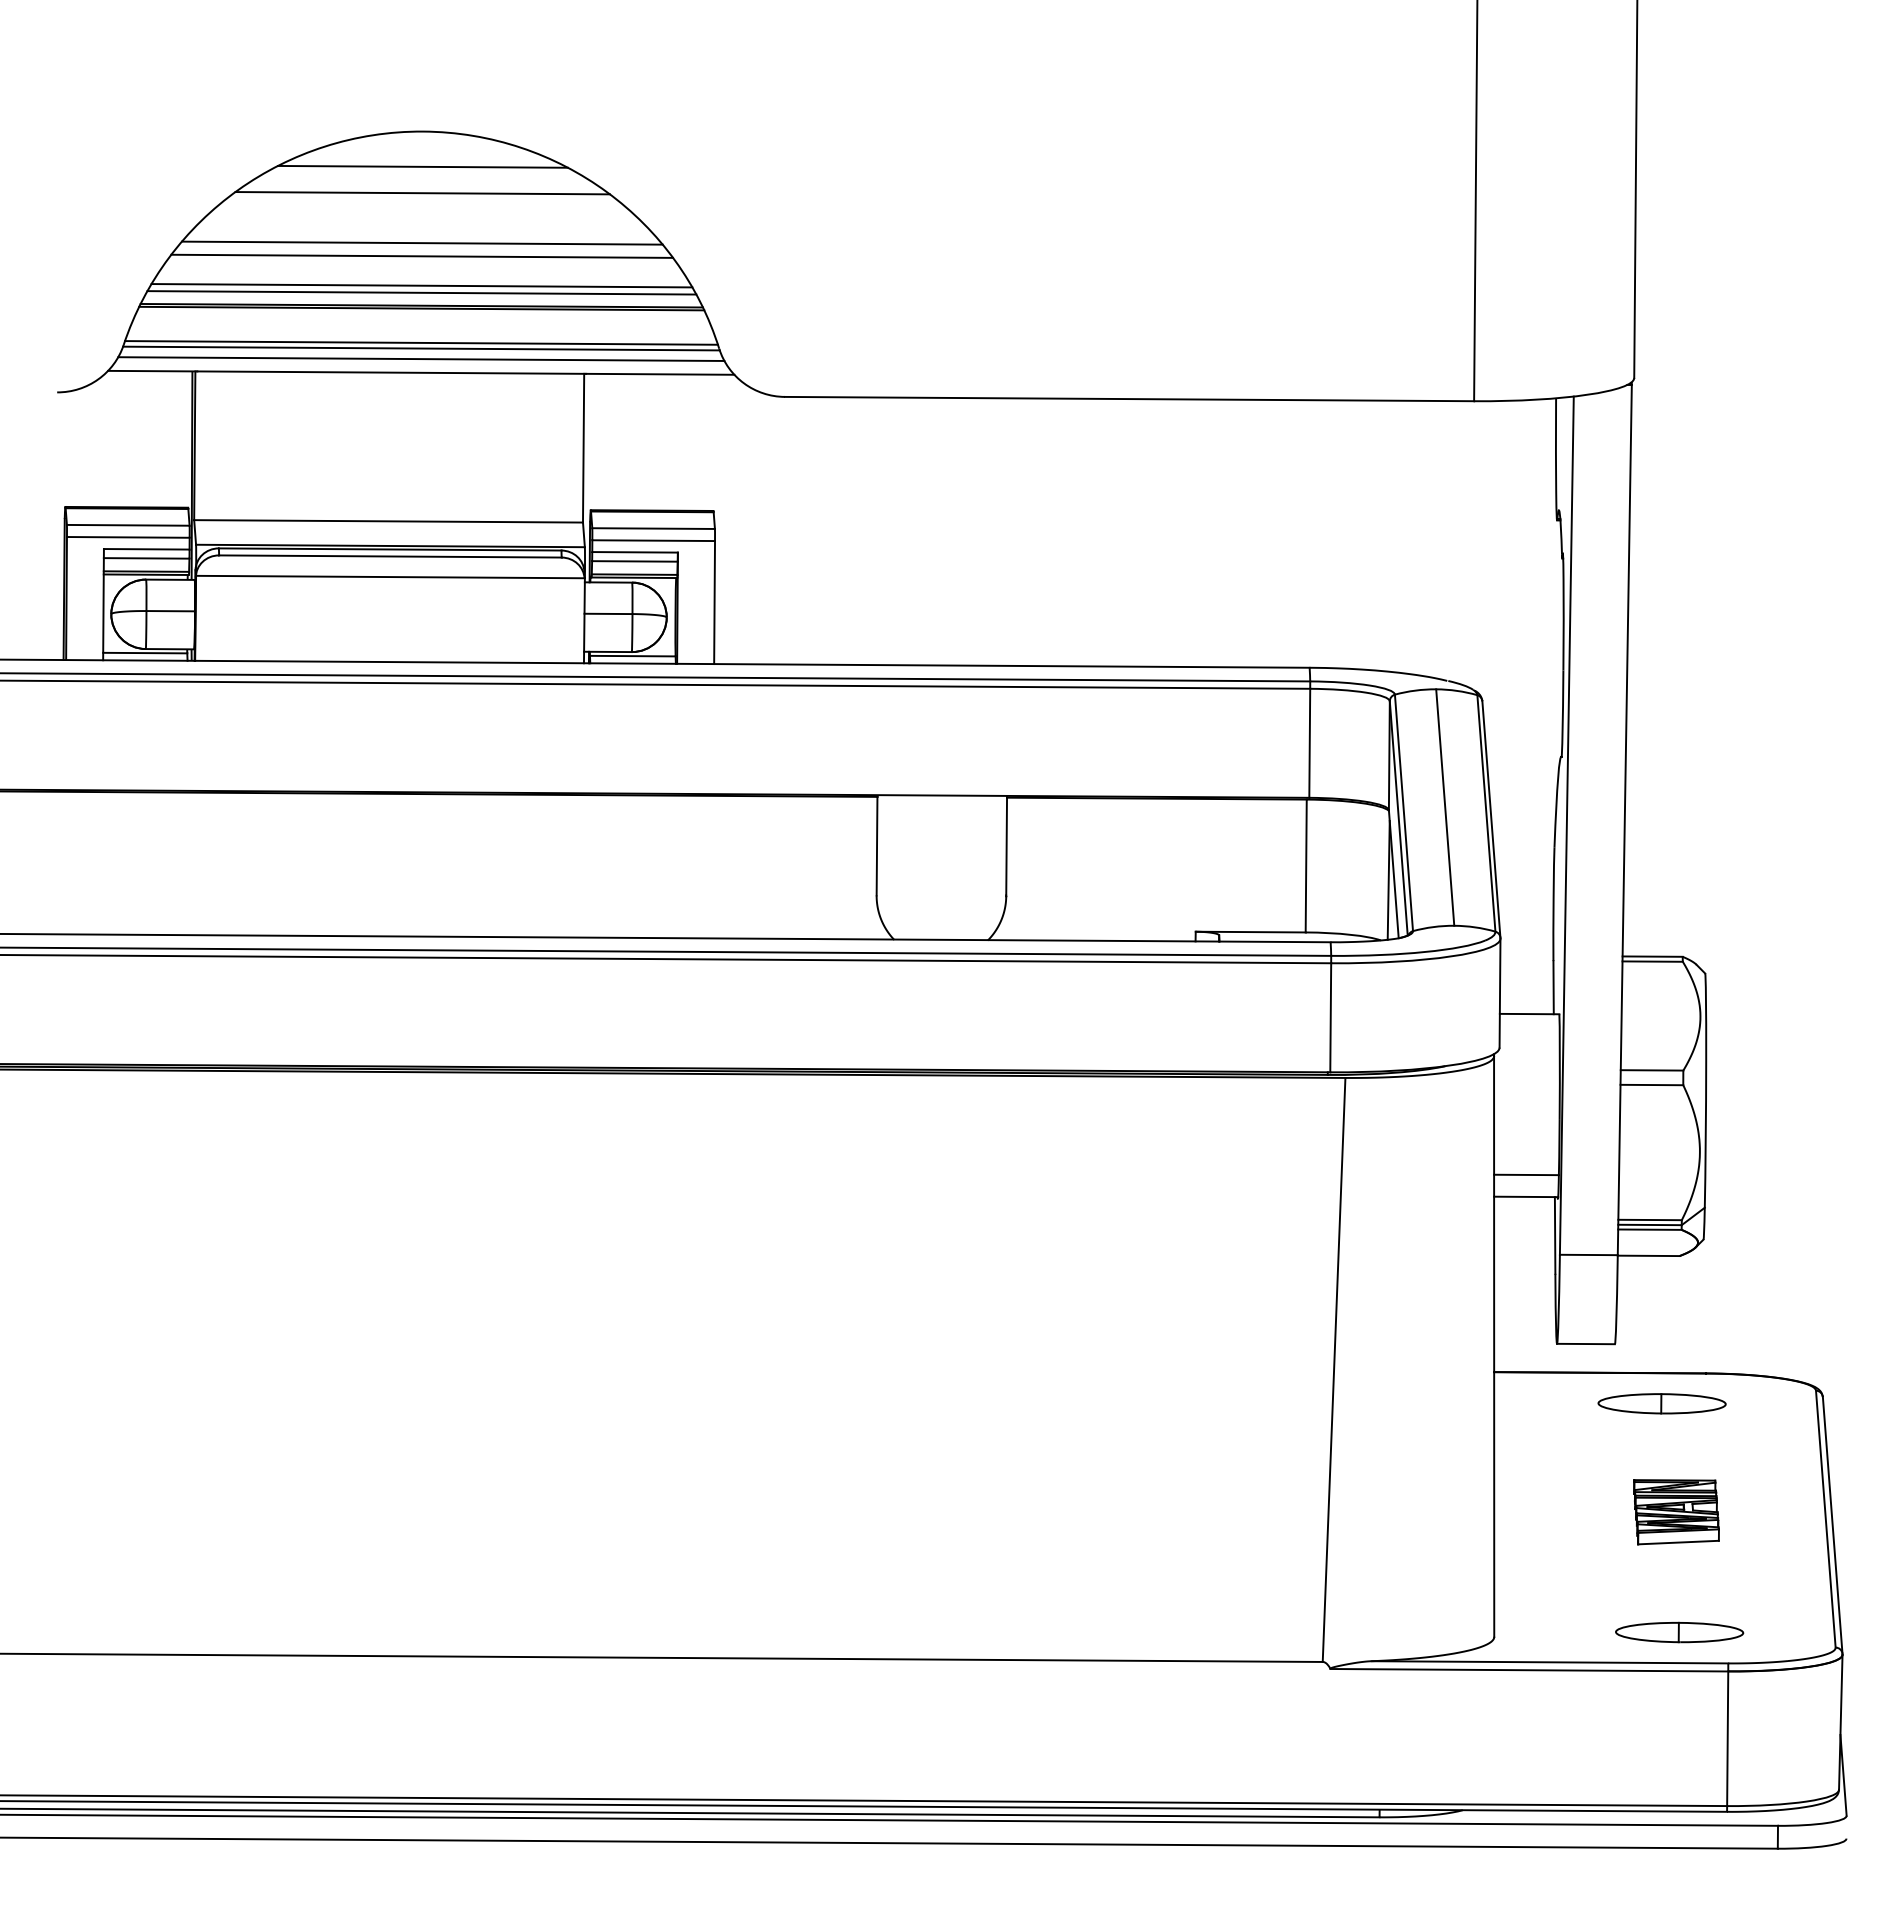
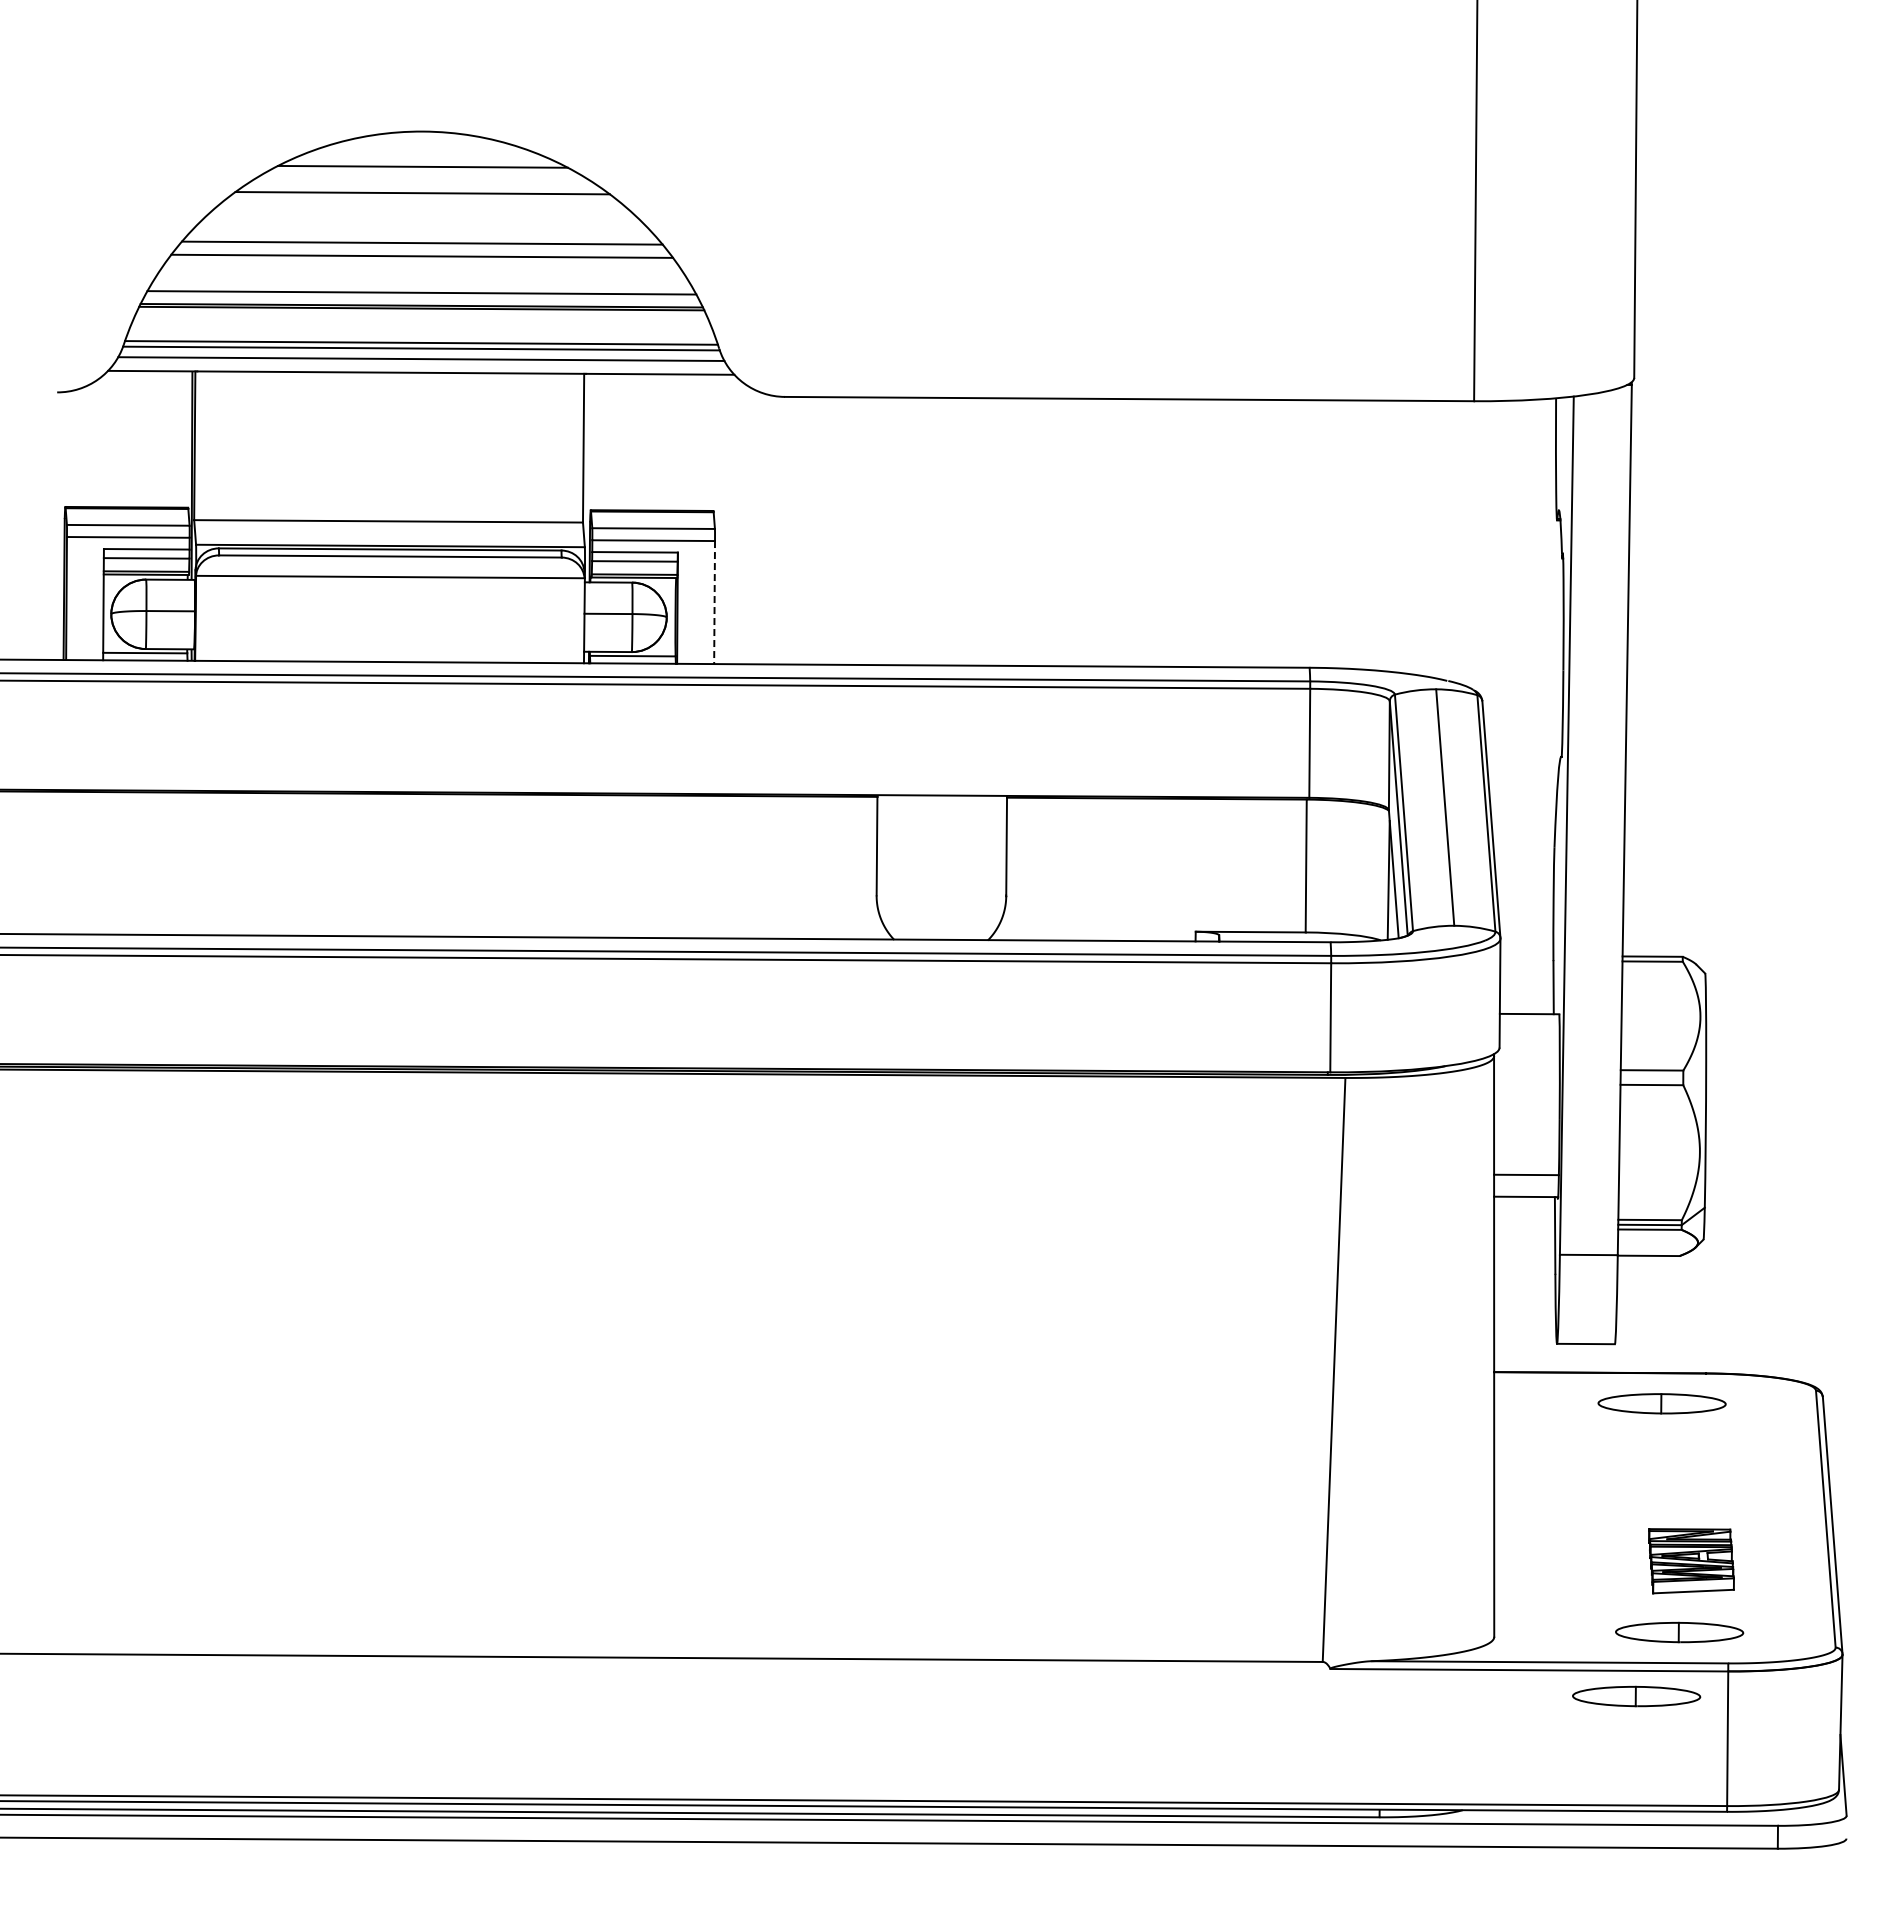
line at (421, 285): present -> none
line at (714, 602): solid -> dashed
part at (1676, 1512) position: (1676, 1512) -> (1691, 1561)
part at (1636, 1696): none -> present
